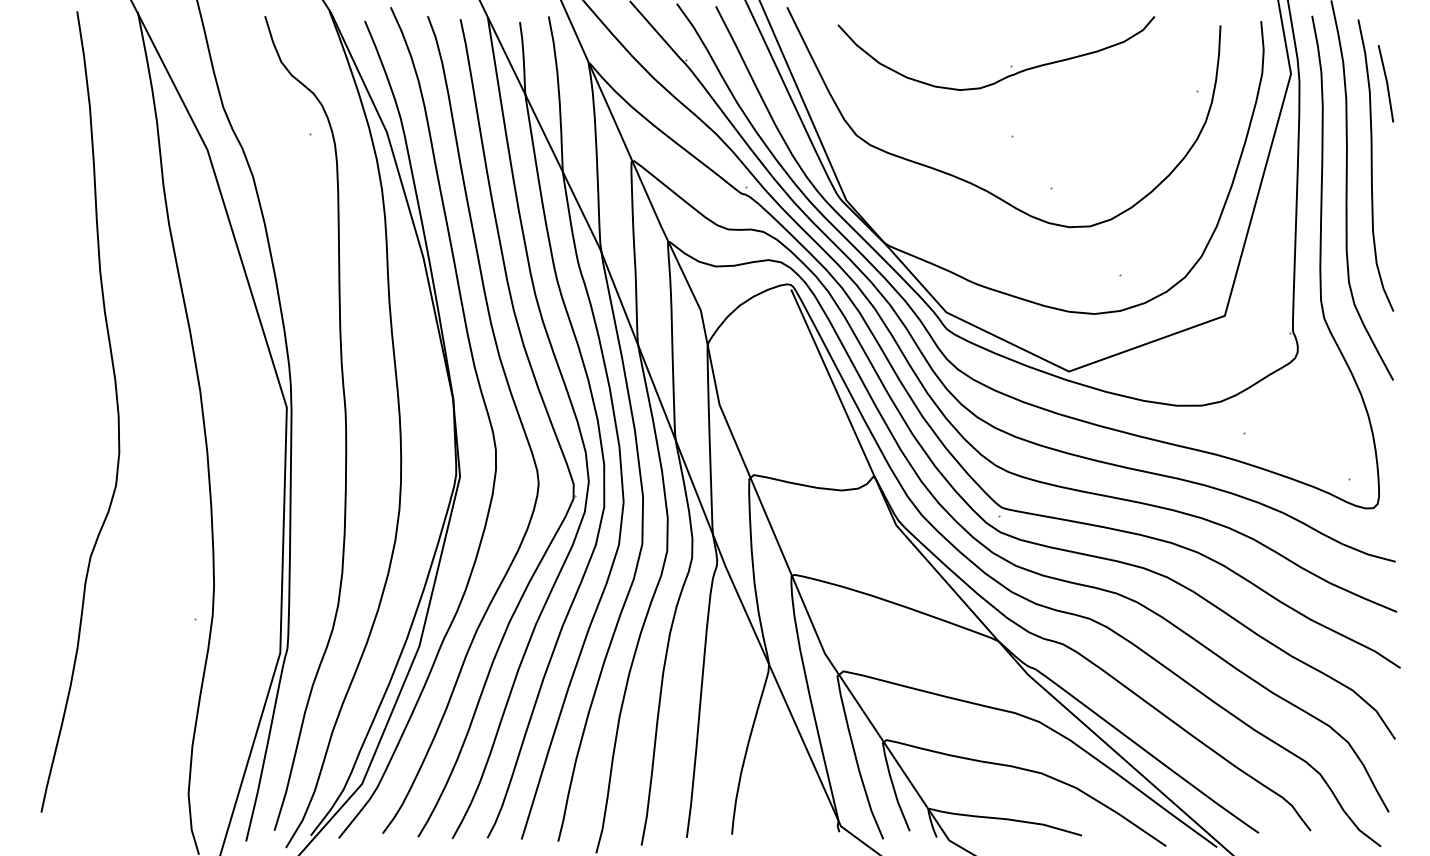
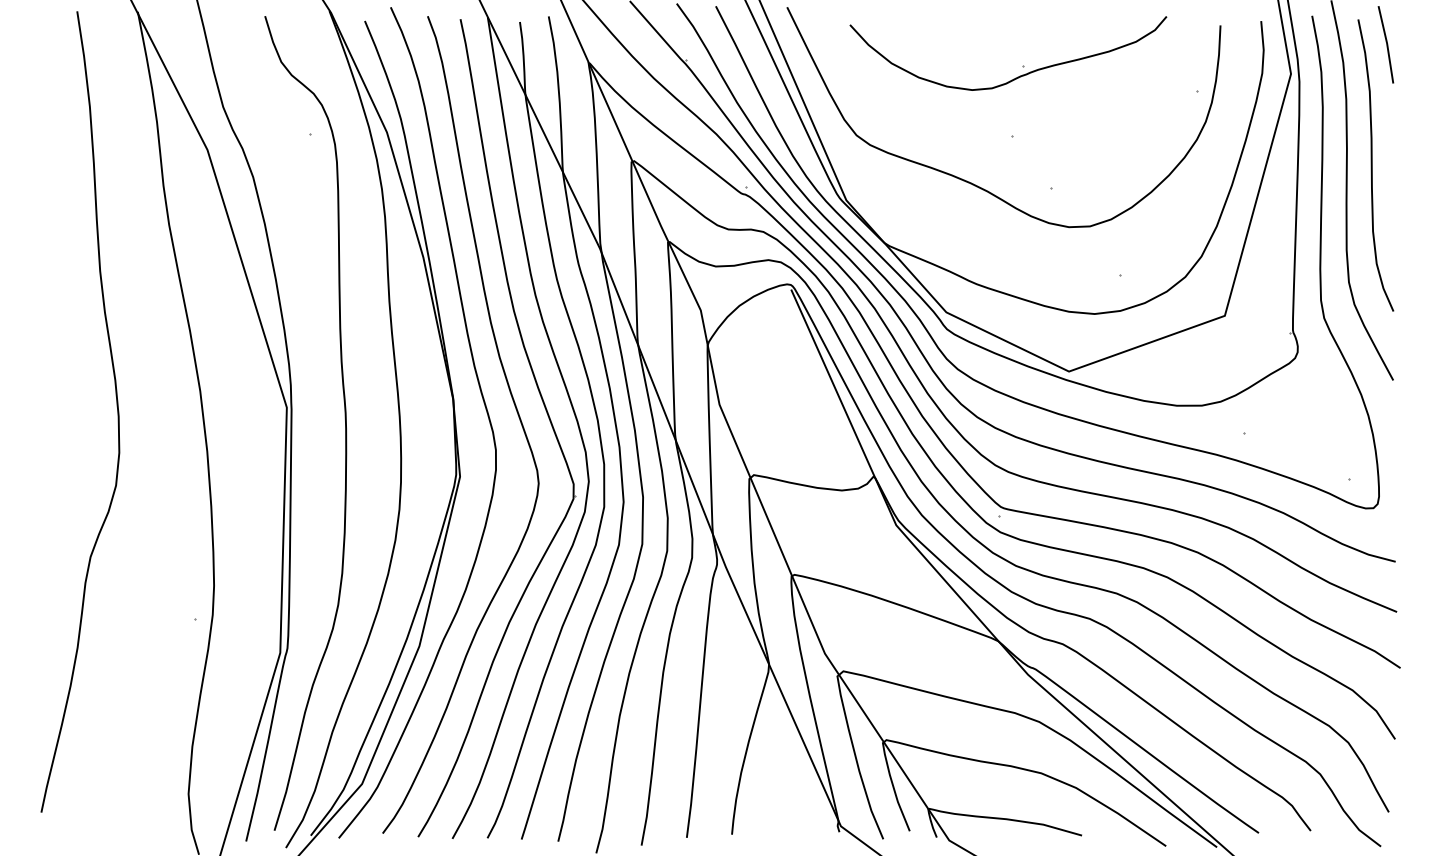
part at (1010, 66) position: (1010, 66) -> (1022, 66)
line at (1386, 83) position: (1386, 83) -> (1386, 44)
